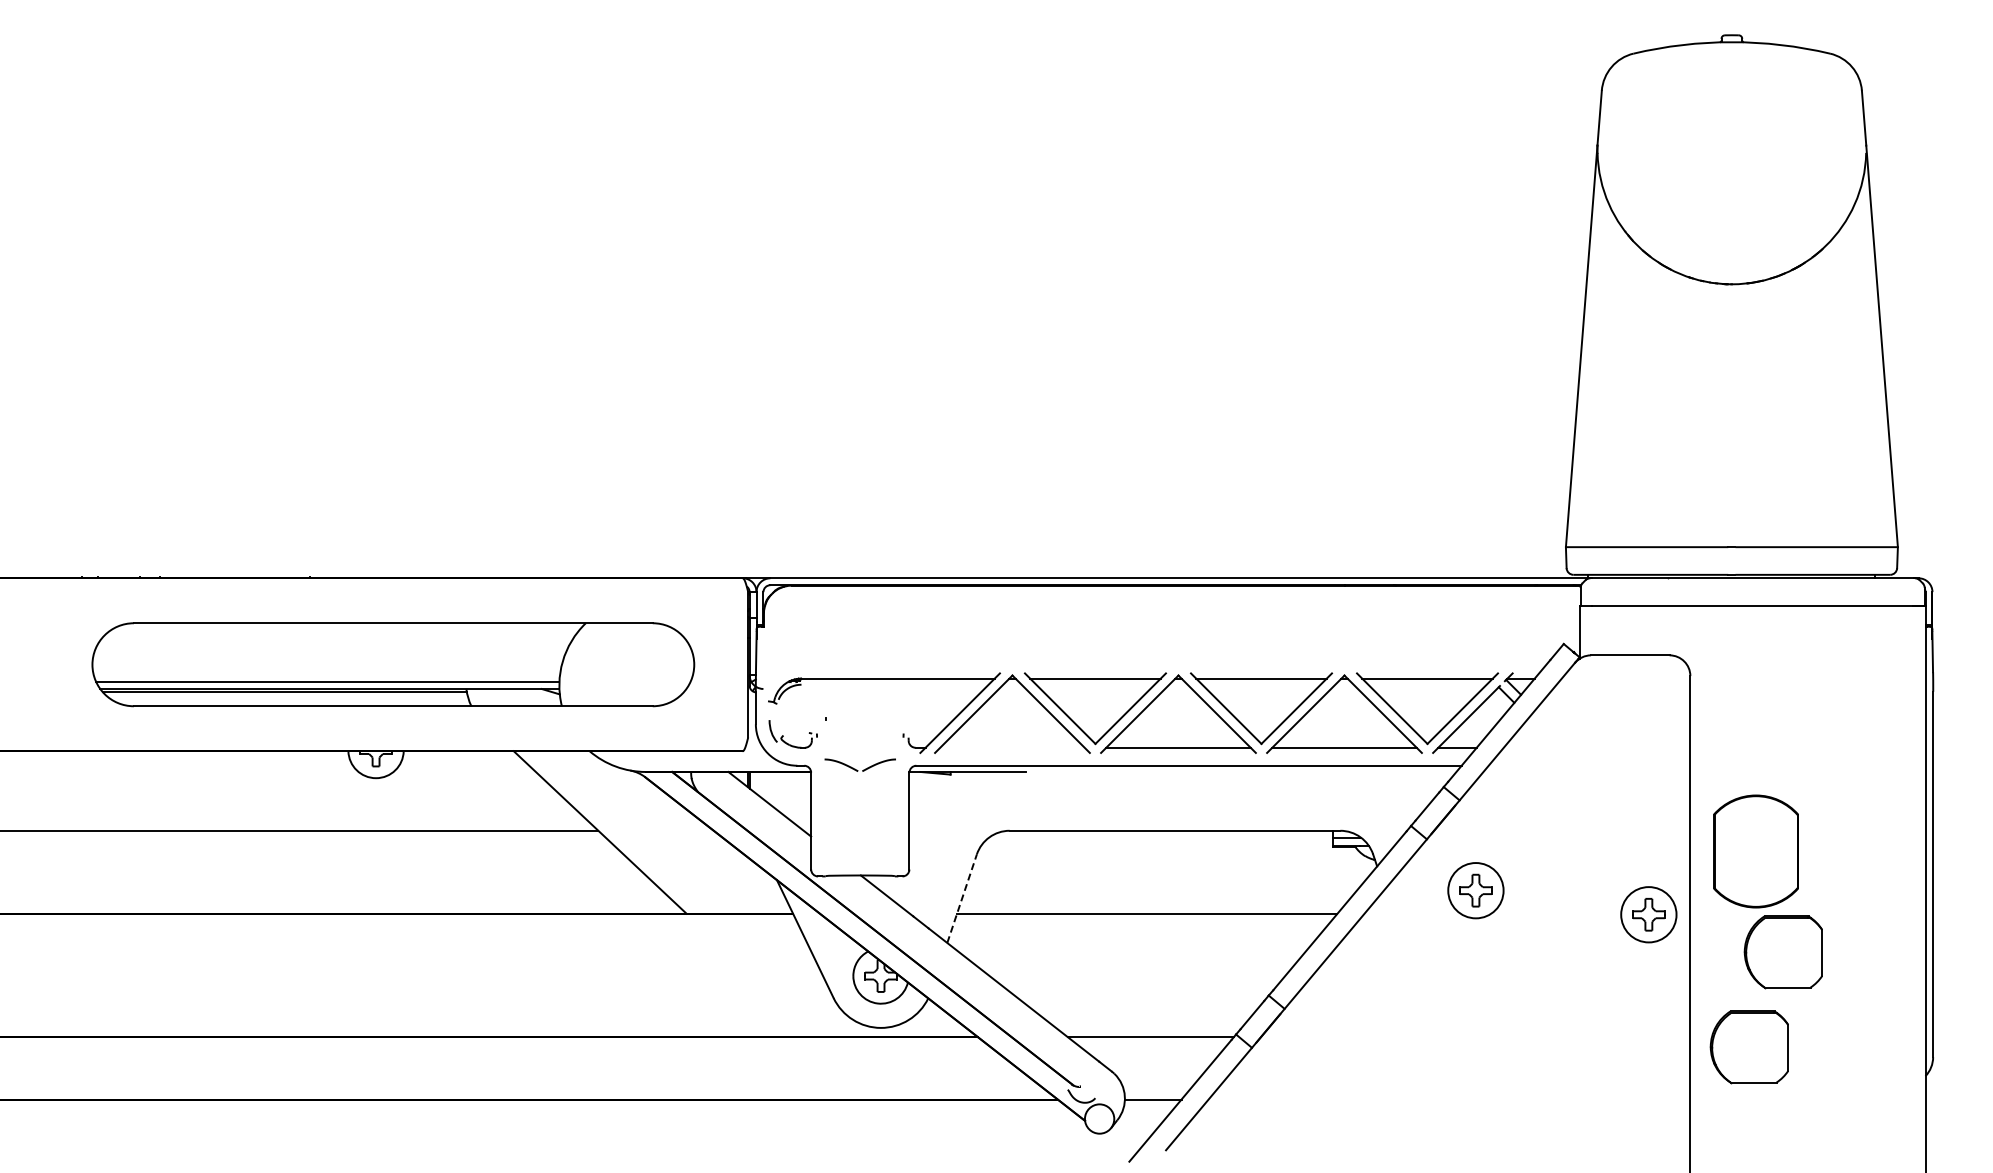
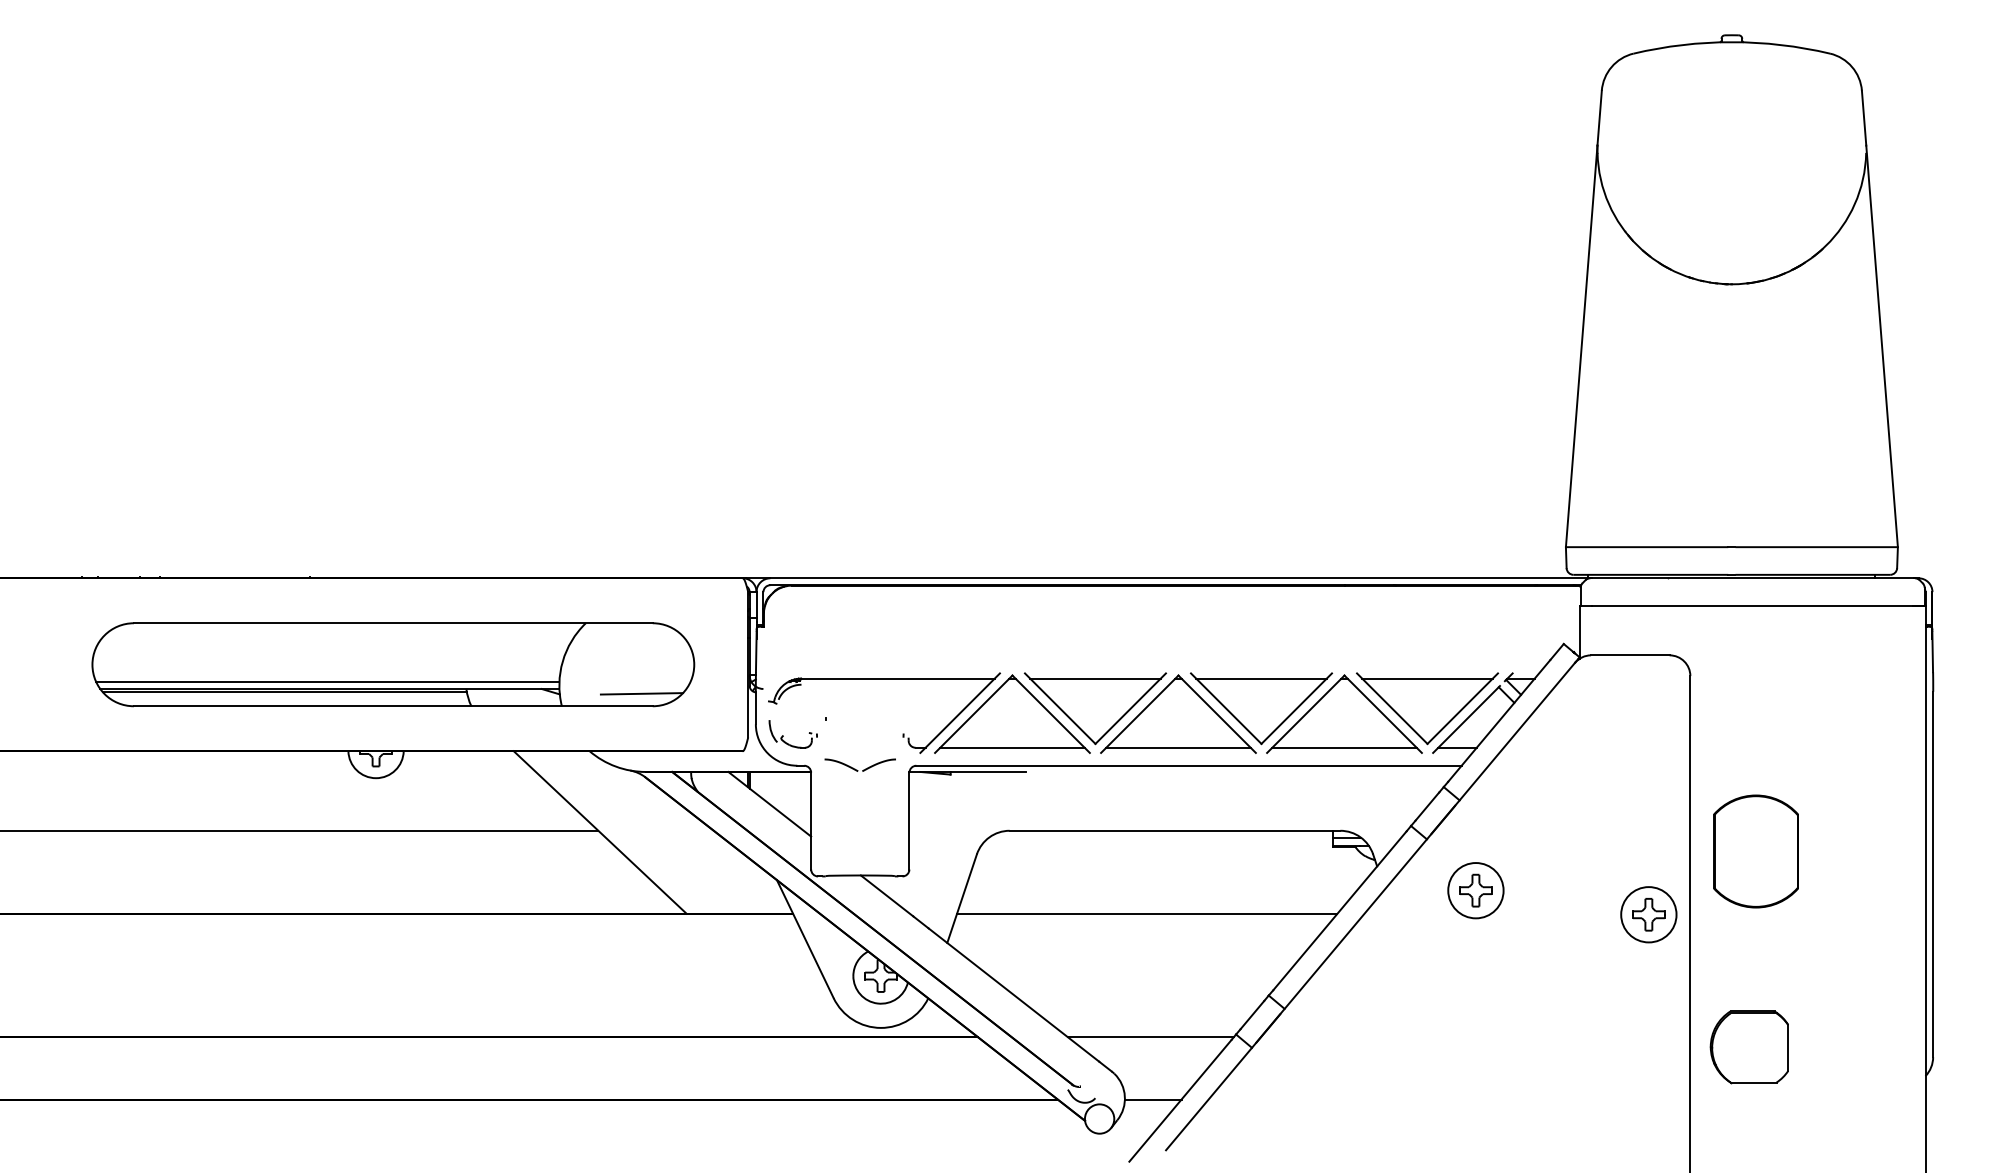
line at (641, 693): none -> present
line at (1012, 747): none -> present
line at (962, 898): dashed -> solid
part at (1782, 952): present -> none
